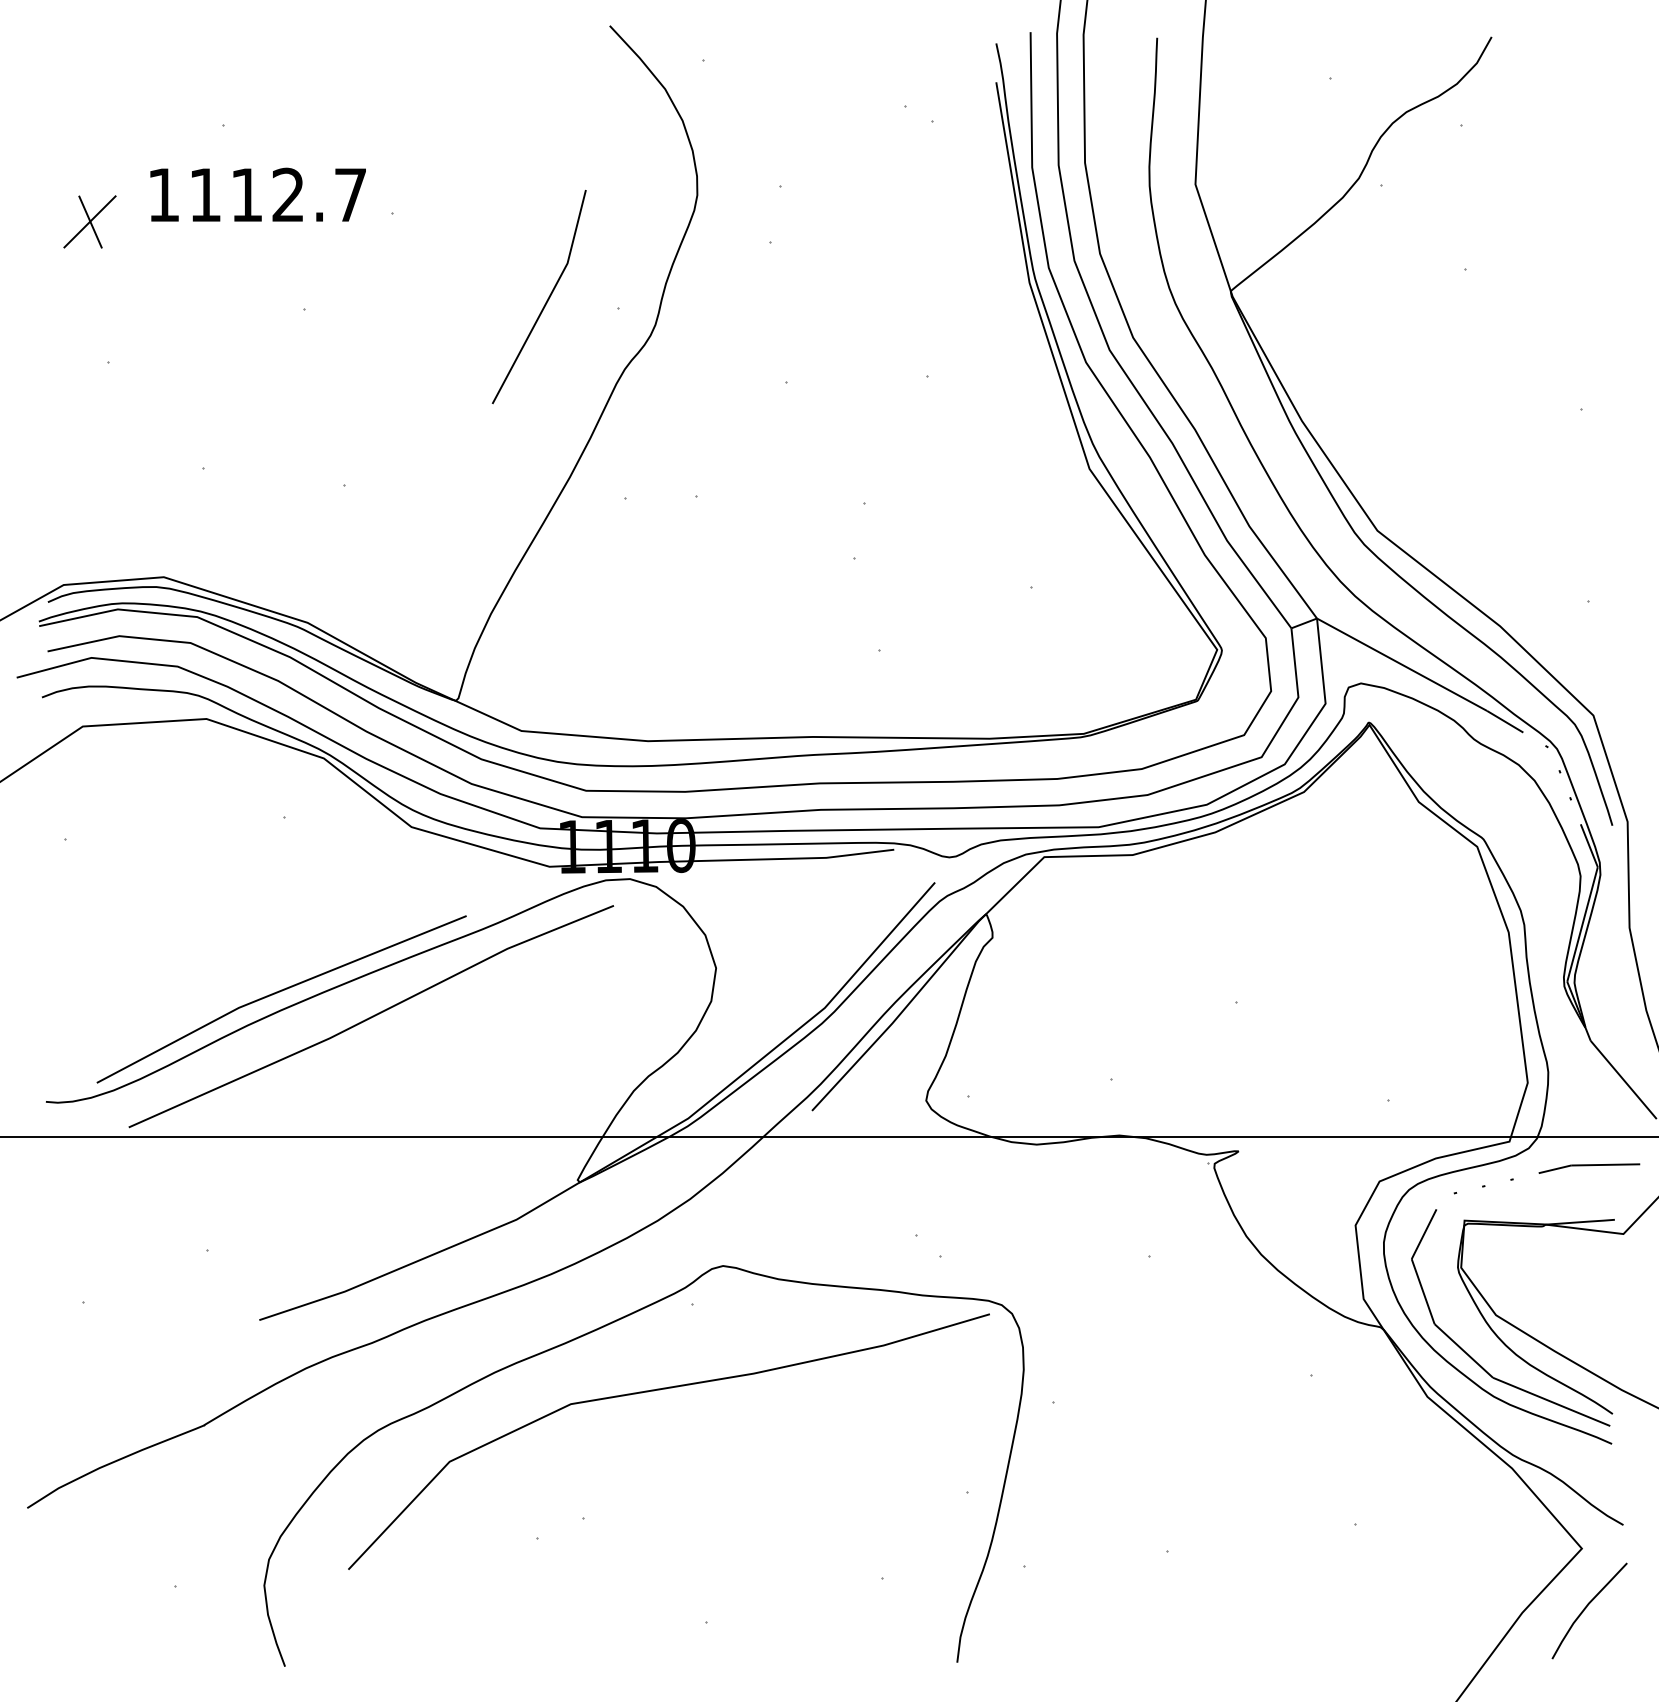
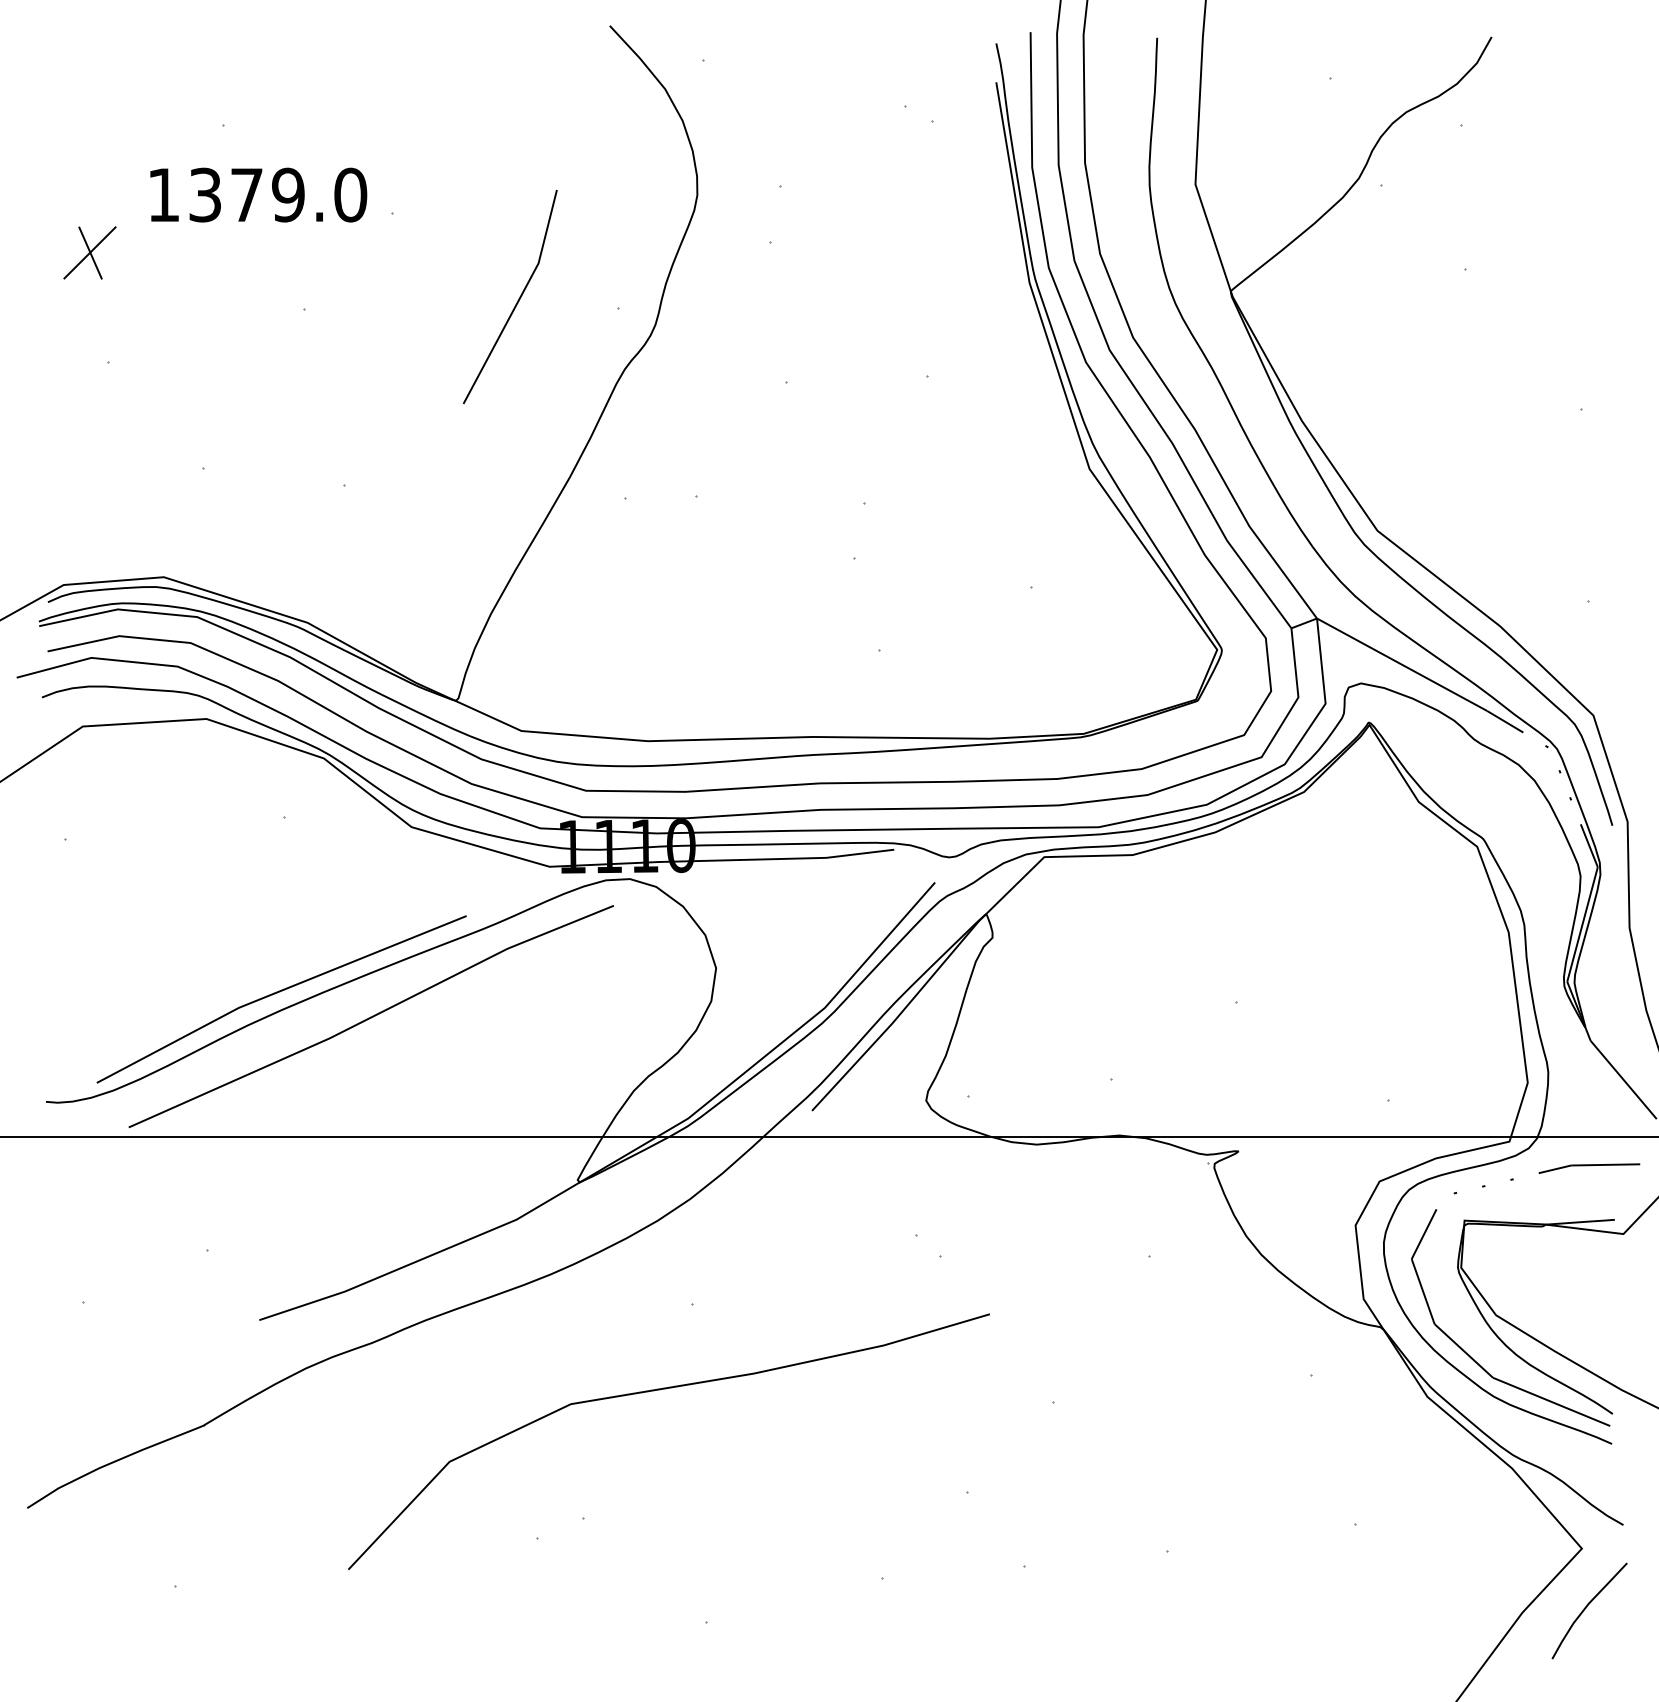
text at (278, 194): 1112.7 -> 1379.0
part at (89, 221) position: (89, 221) -> (89, 252)
line at (546, 300) position: (546, 300) -> (517, 300)
curve at (588, 1334): present -> none
